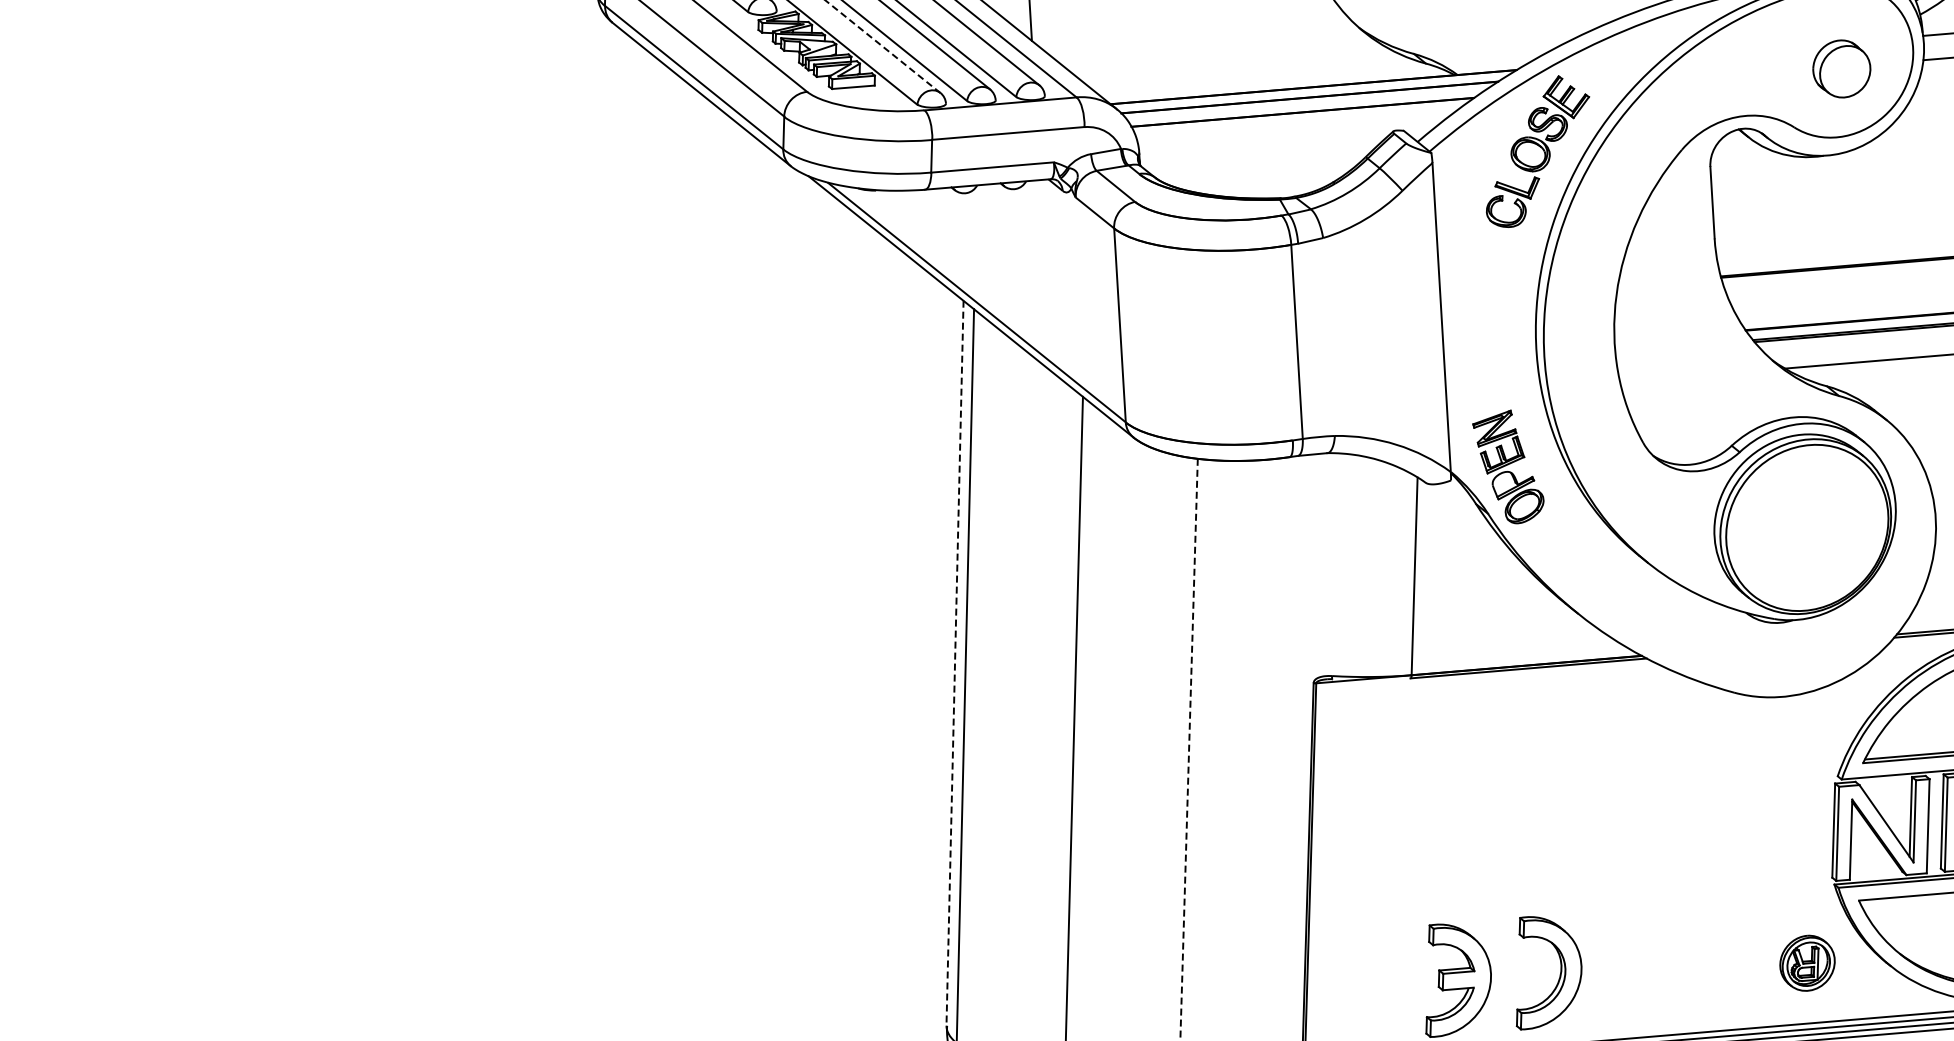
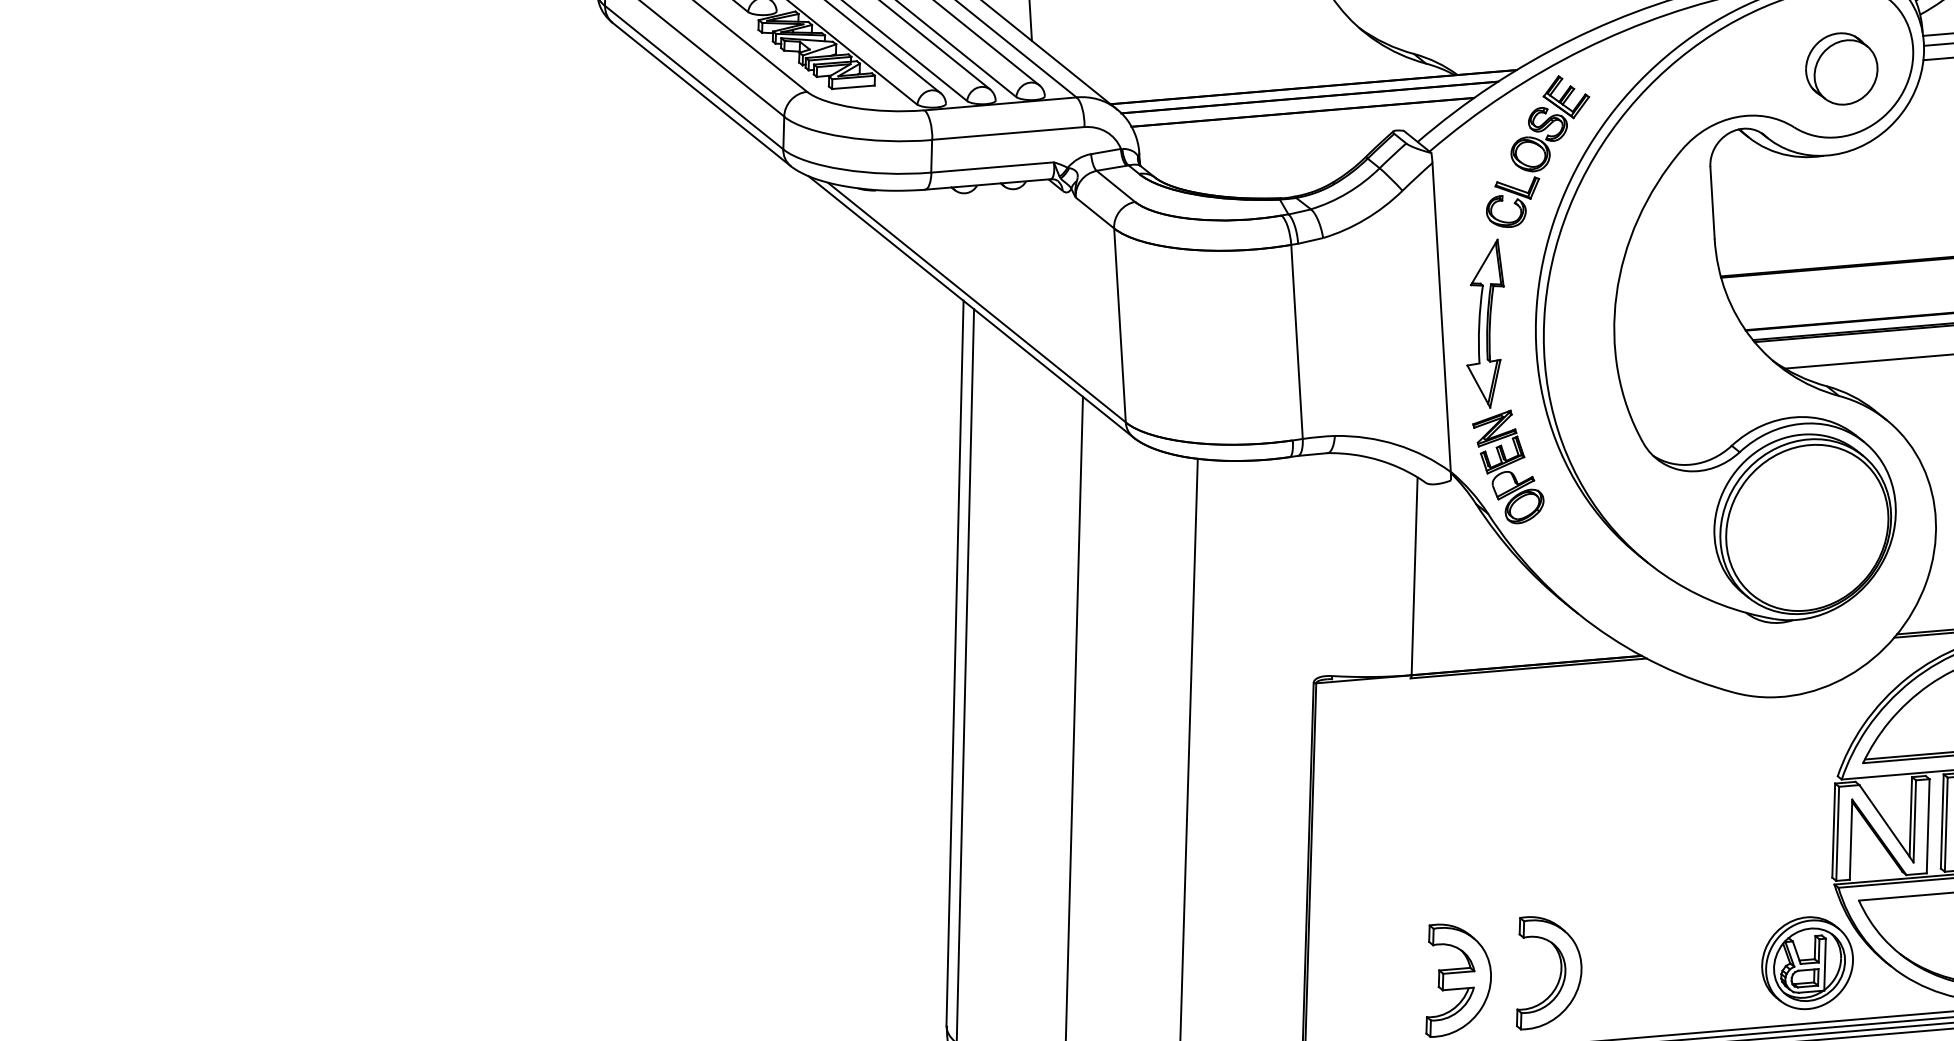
line at (1937, 44): none -> present
line at (883, 46): dashed -> solid
part at (1841, 68) size: 60x60 px -> 74x74 px
part at (1485, 323): none -> present
line at (955, 663): dashed -> solid
line at (1189, 750): dashed -> solid
part at (1807, 962) size: 57x58 px -> 93x95 px
